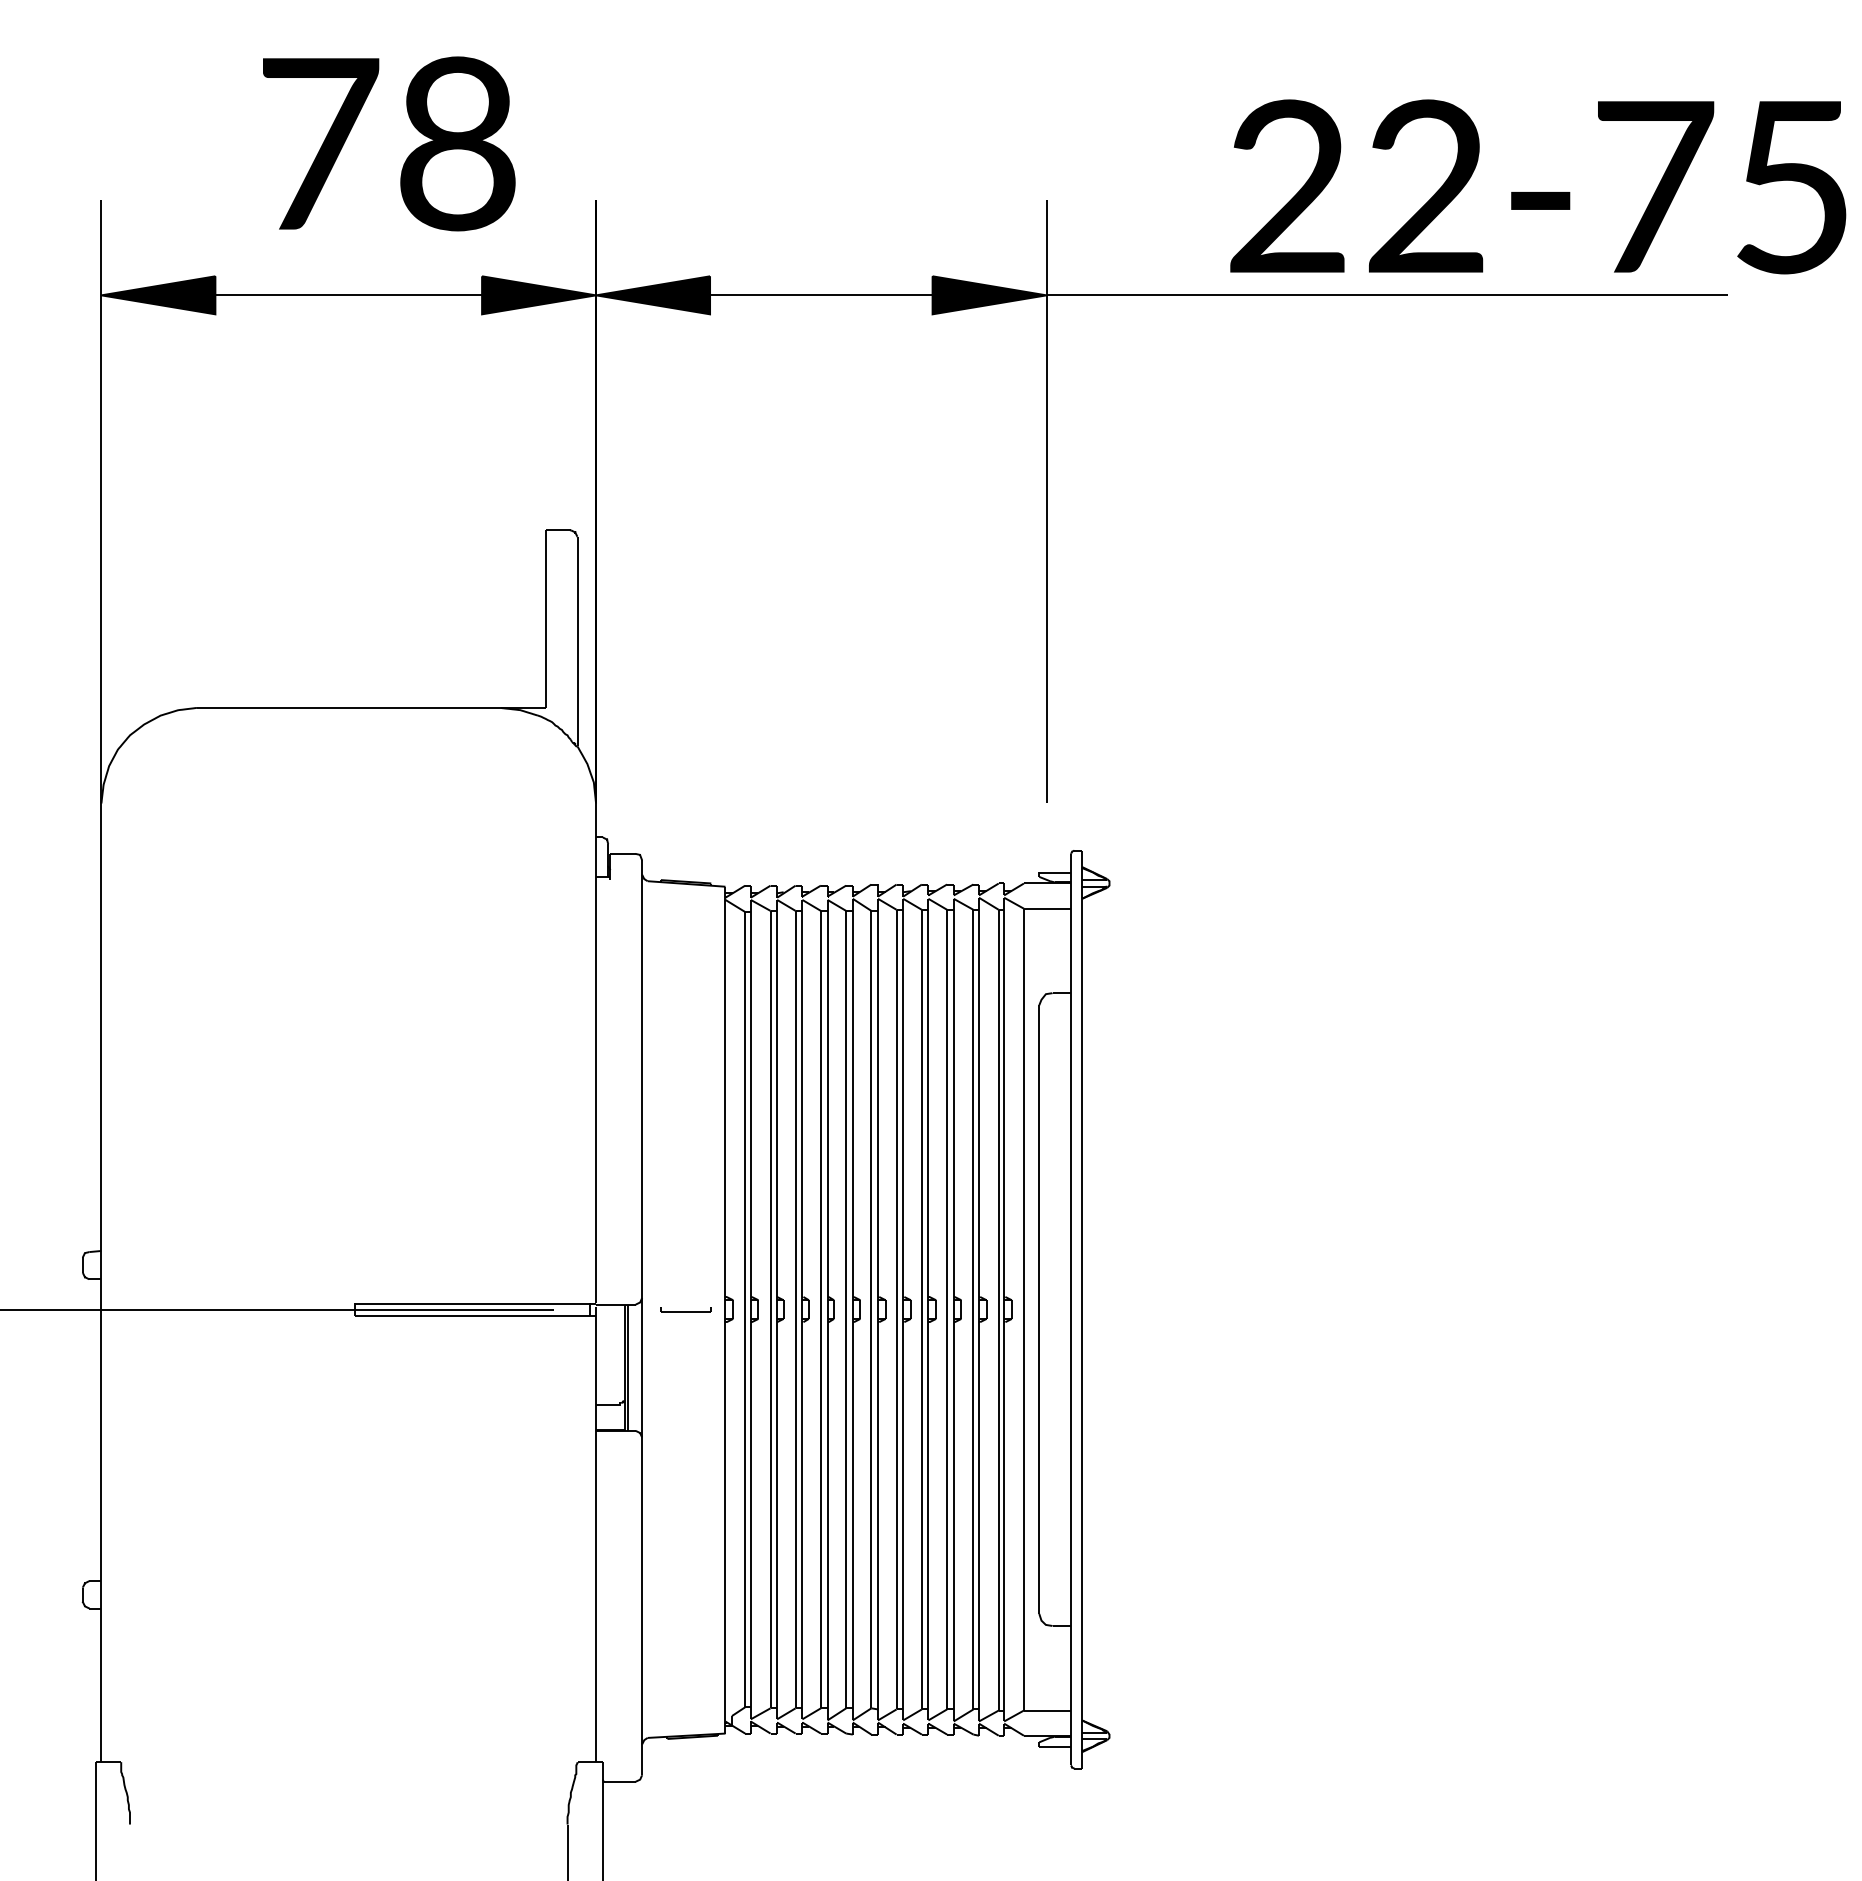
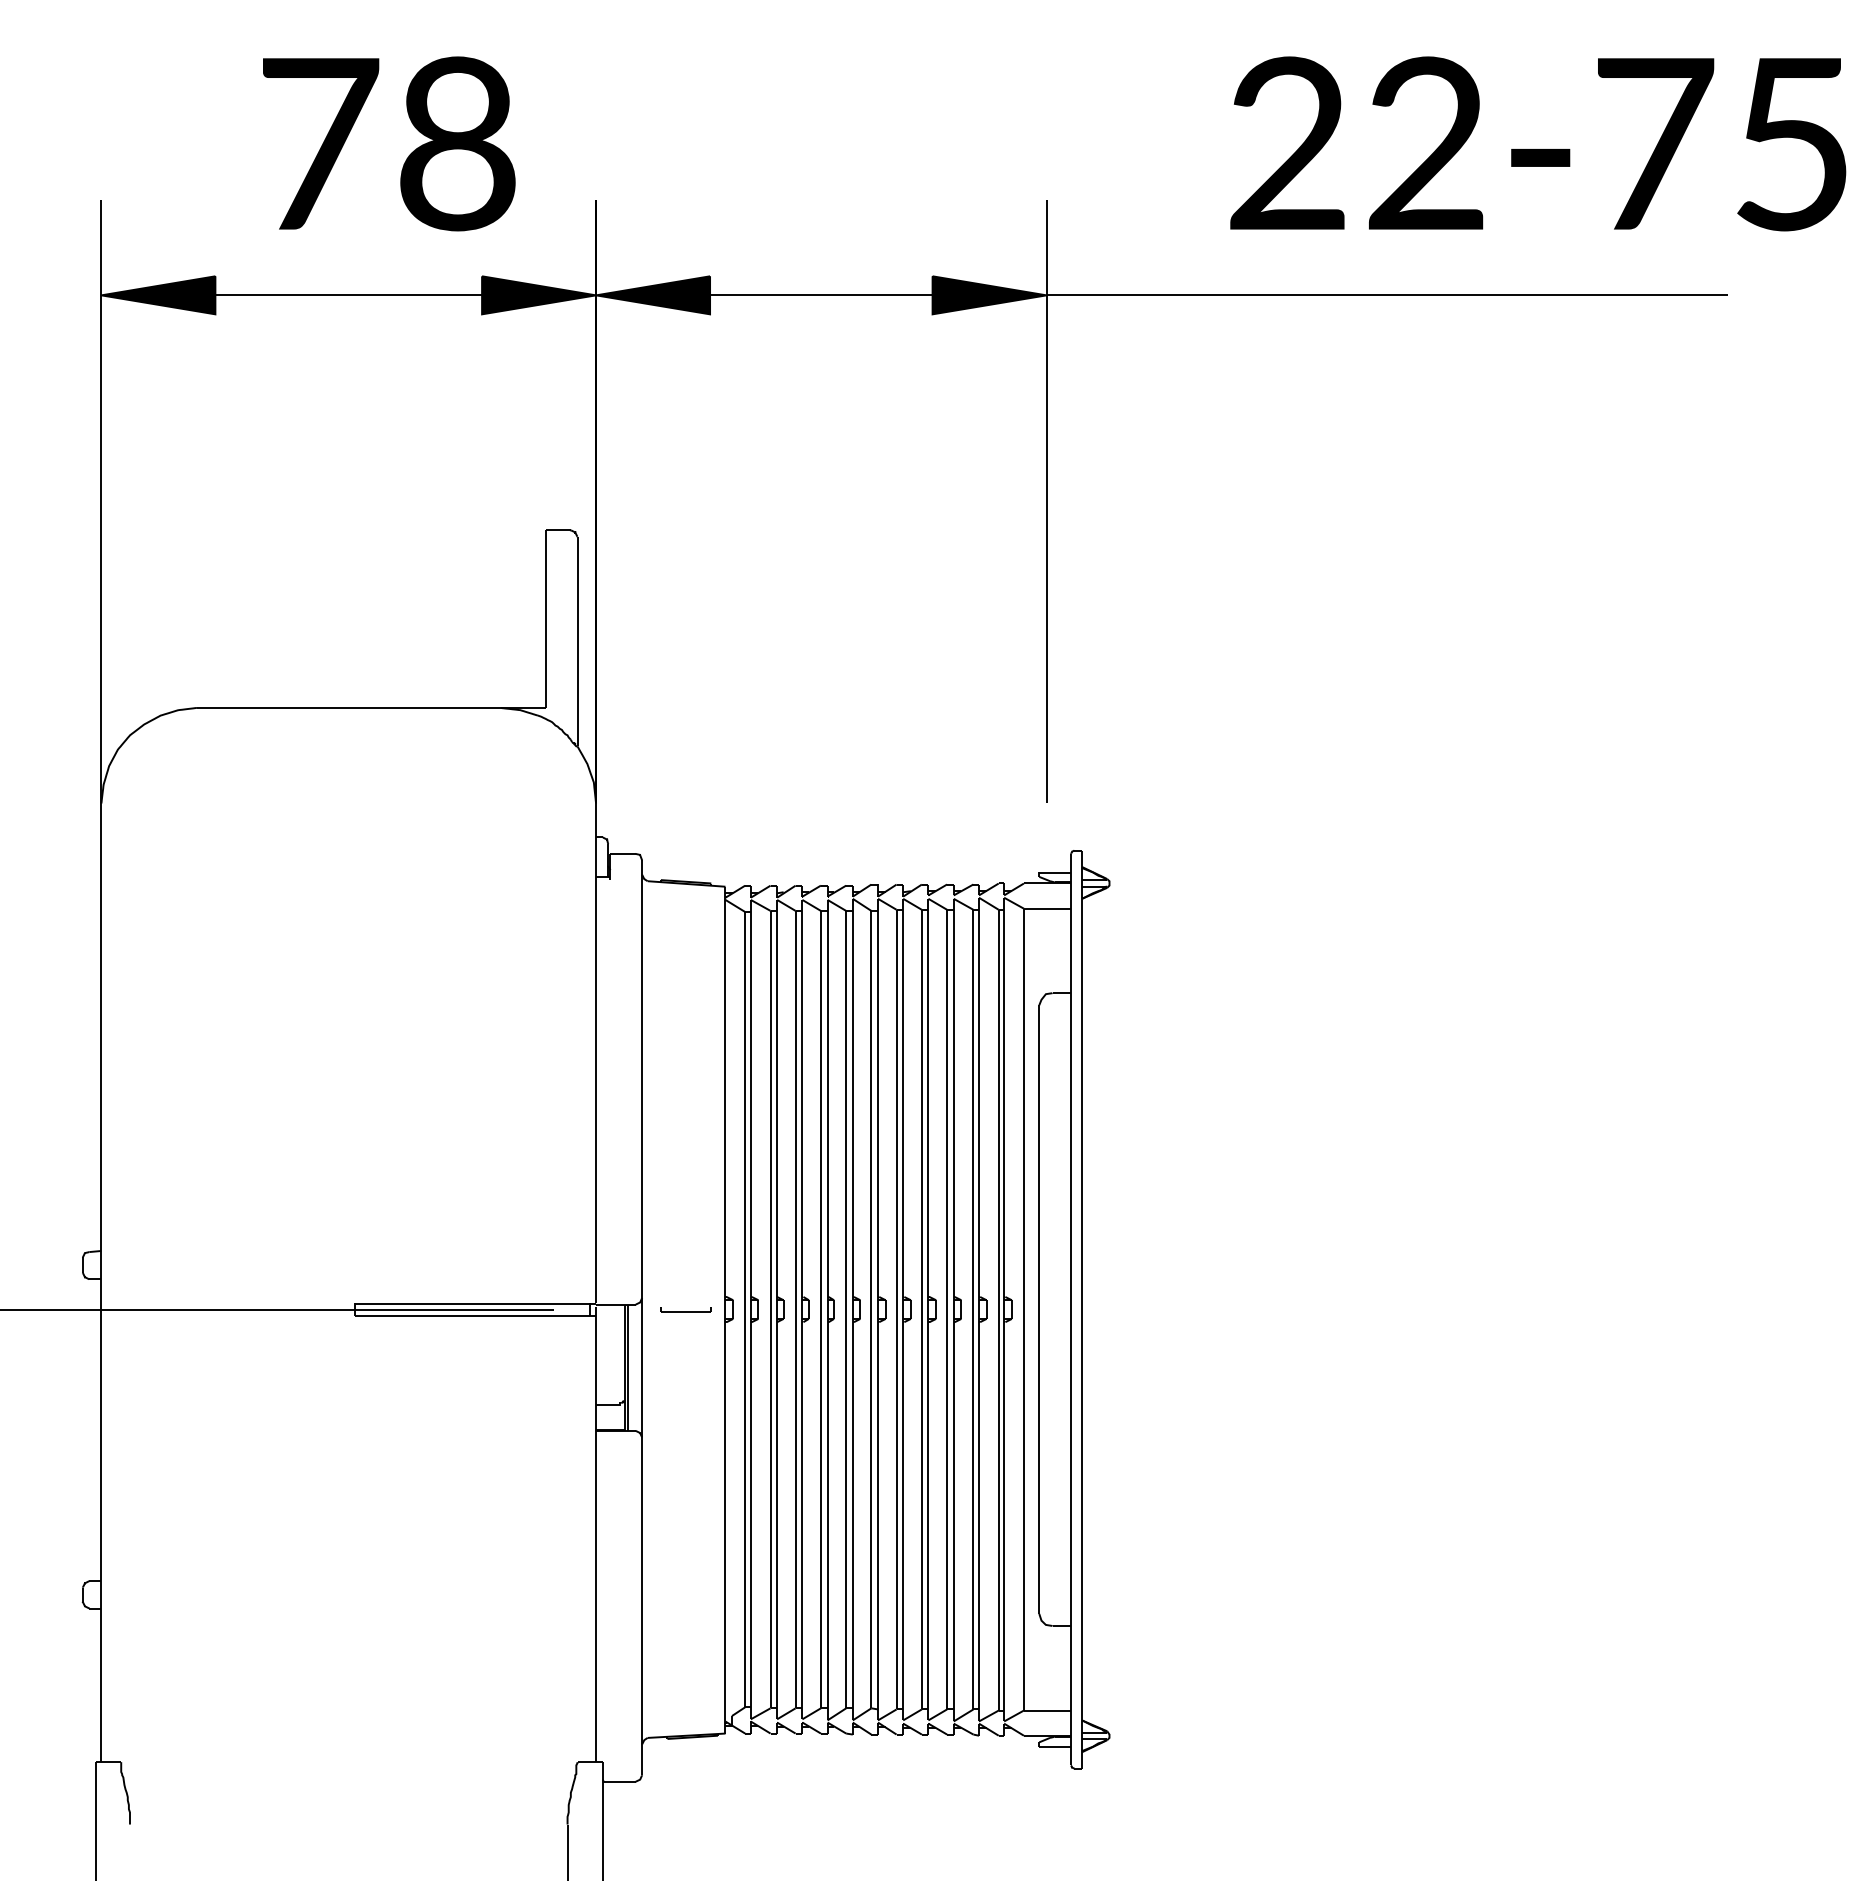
text at (1538, 186) position: (1538, 186) -> (1538, 143)
